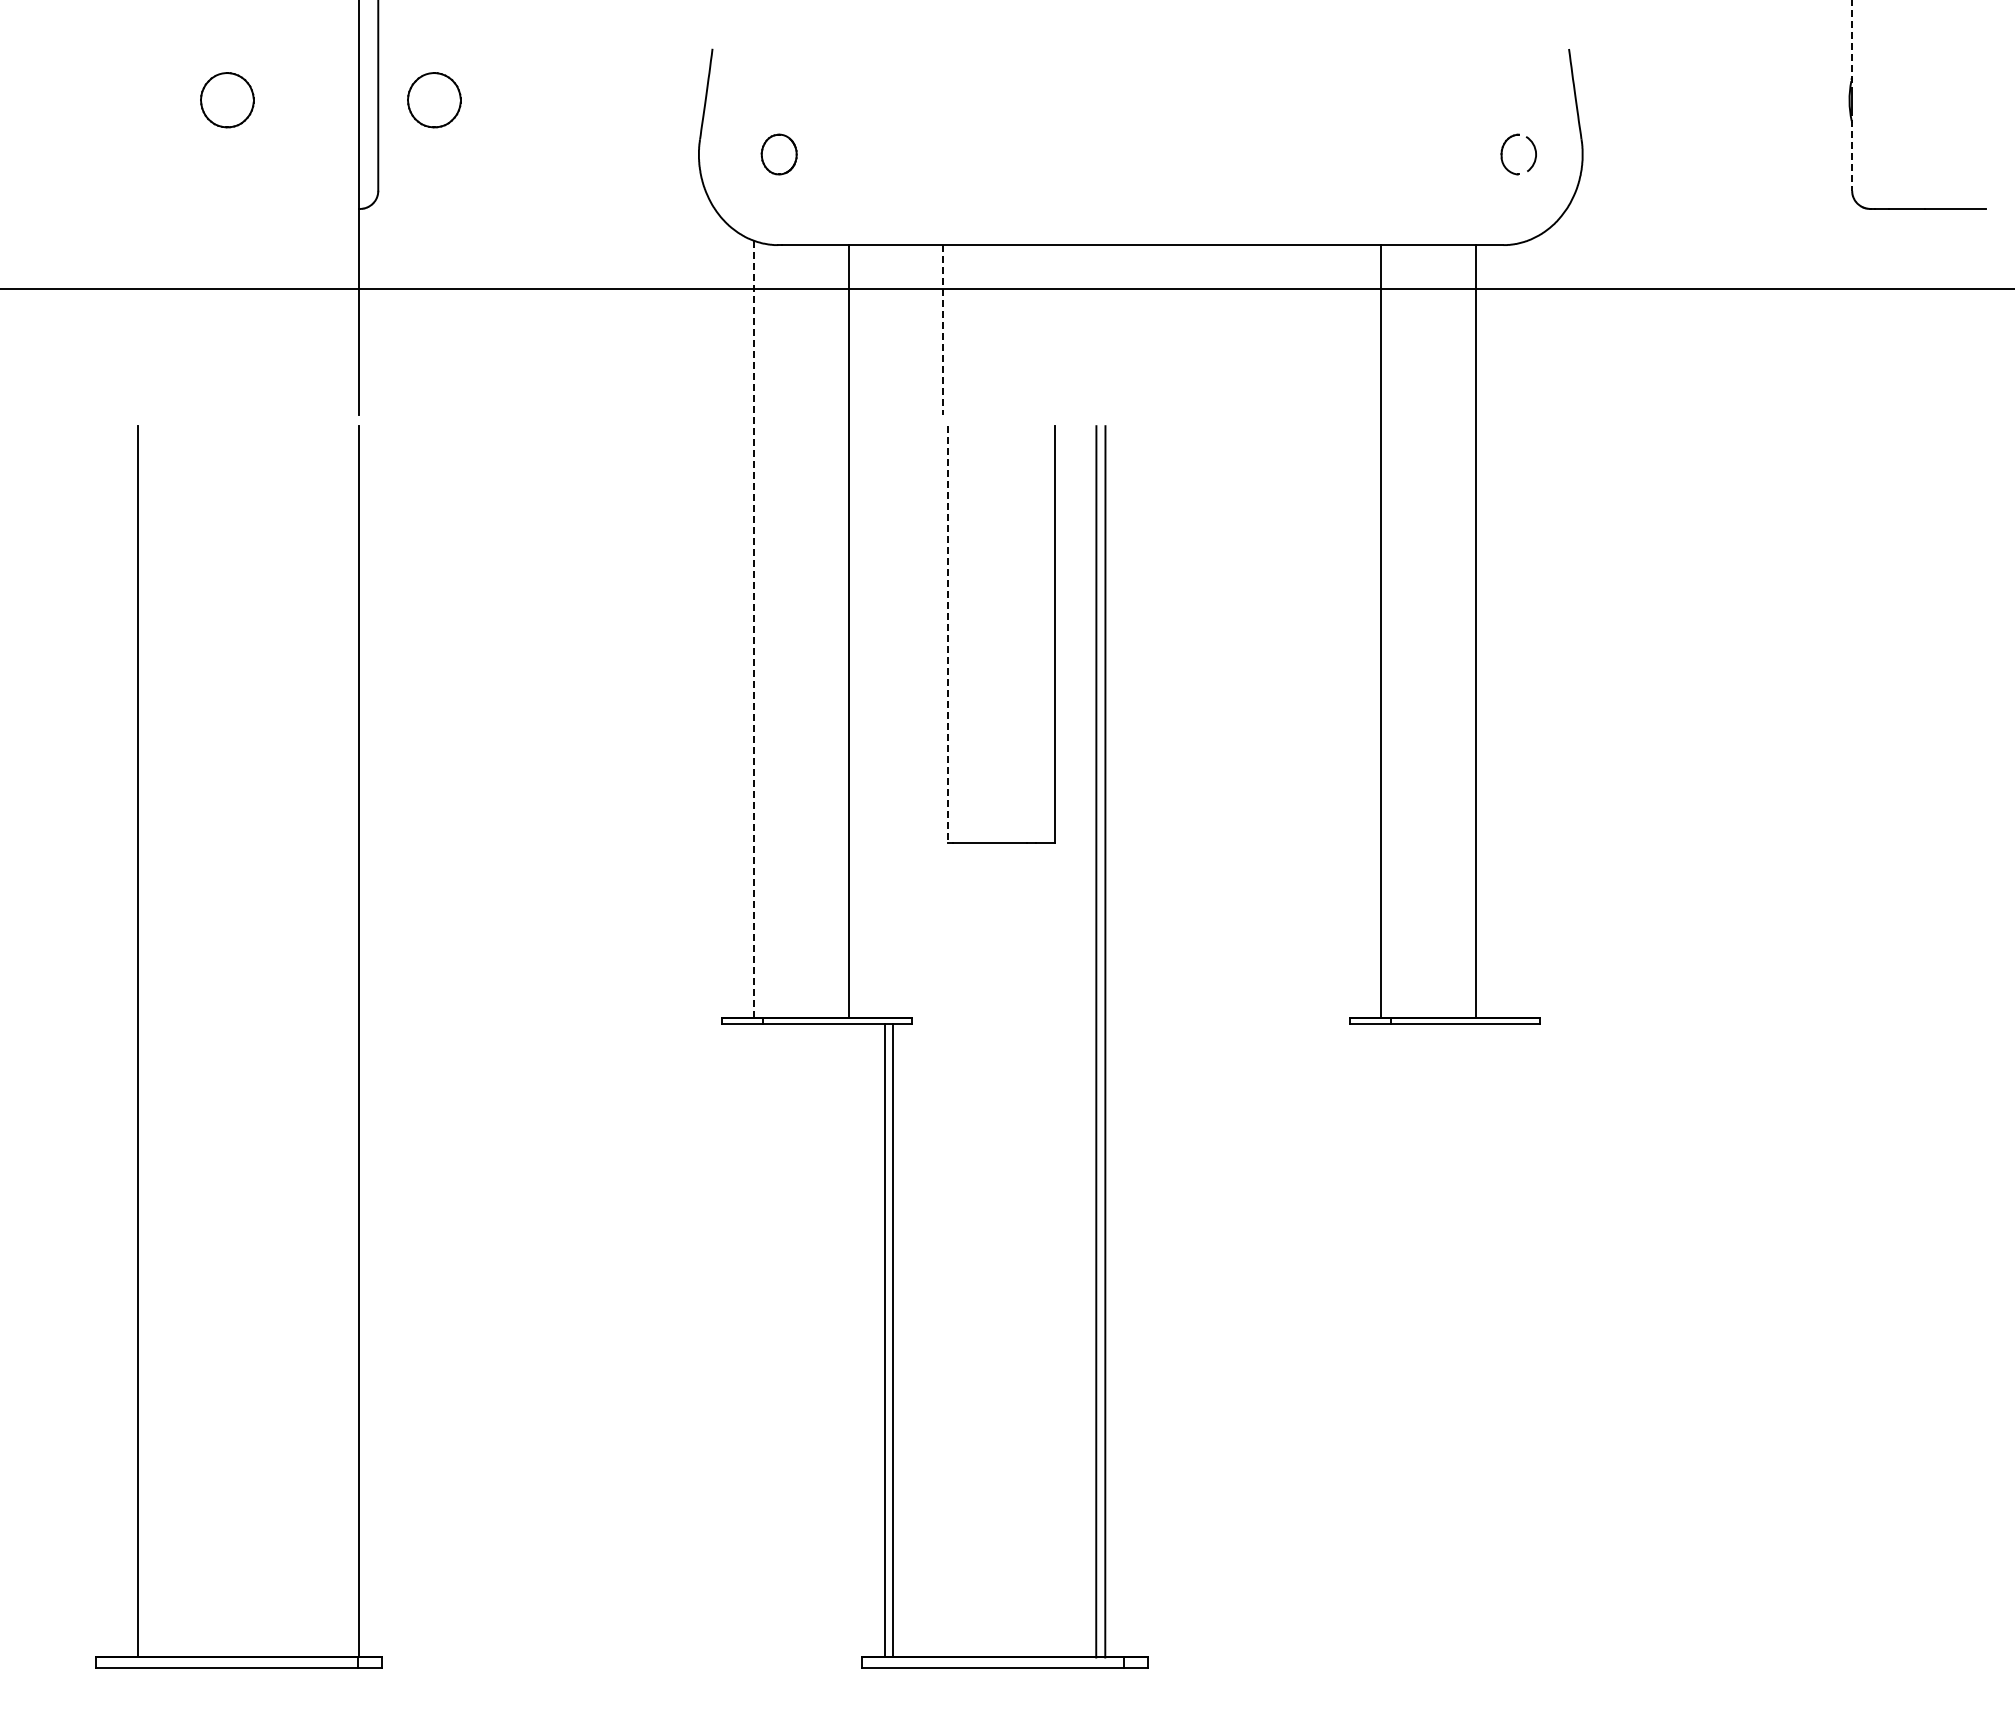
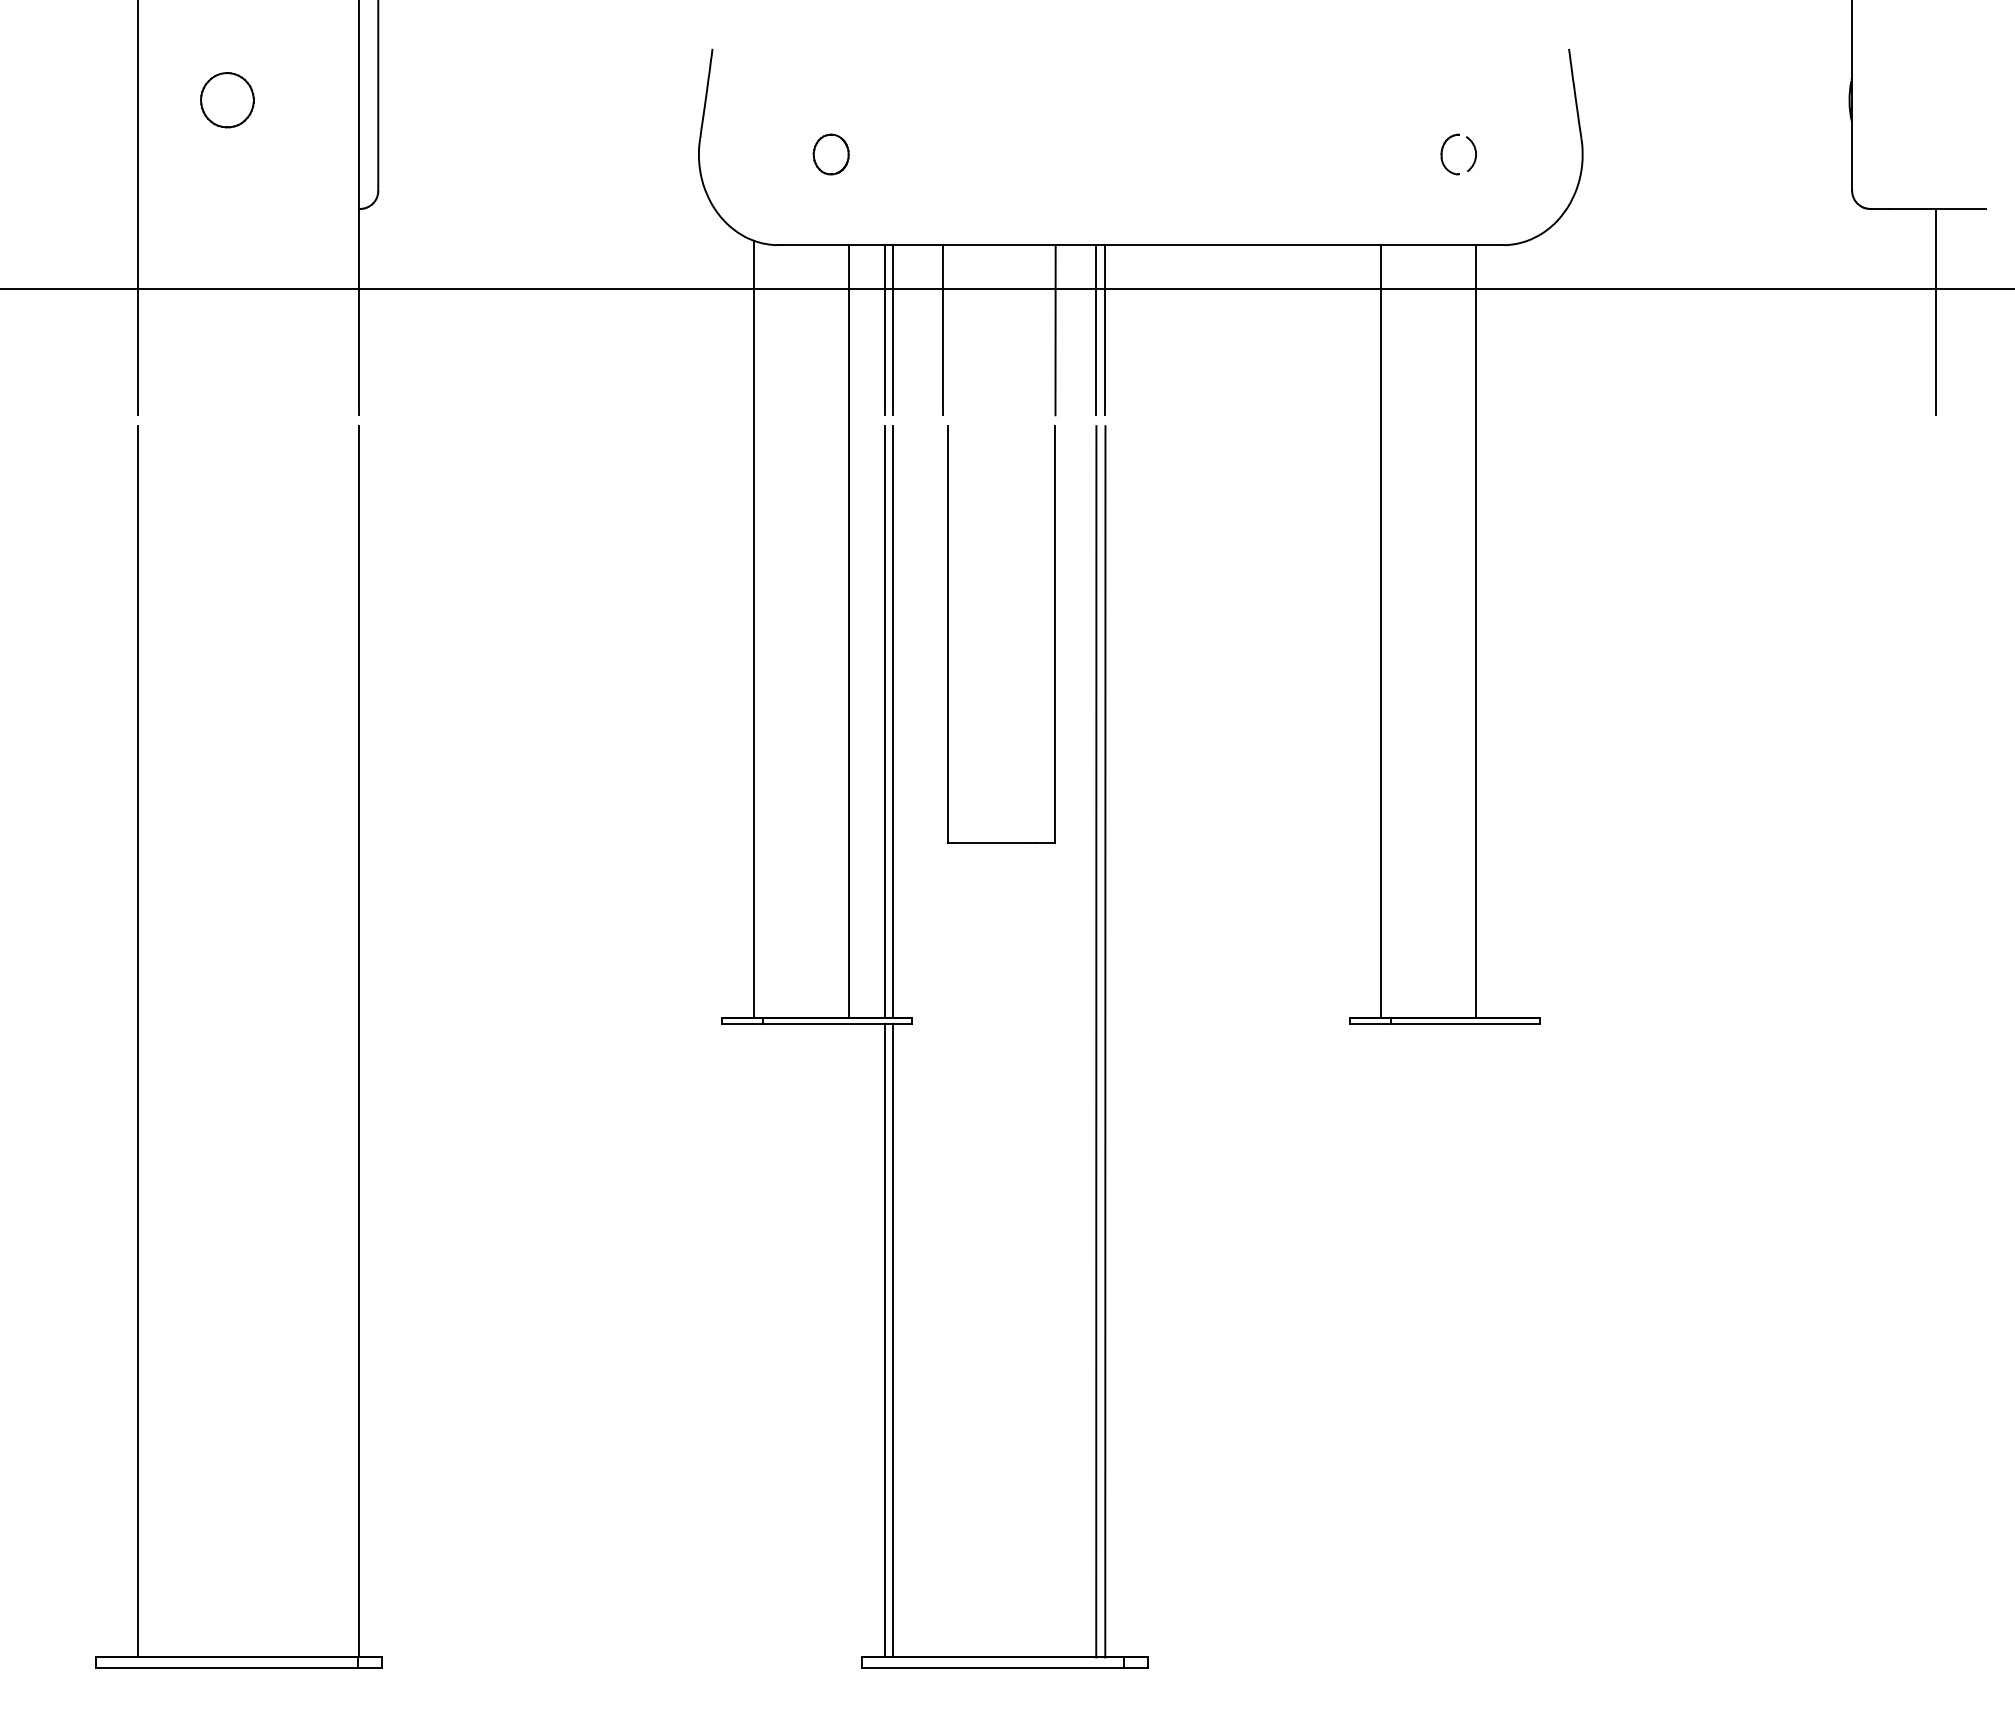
line at (1852, 46): dashed -> solid
part at (434, 100): present -> none
part at (1503, 149) position: (1503, 149) -> (1443, 149)
line at (1852, 149): dashed -> solid
part at (778, 154) position: (778, 154) -> (830, 154)
line at (138, 208): none -> present
line at (1935, 311): none -> present
line at (884, 330): none -> present
line at (892, 330): none -> present
line at (942, 330): dashed -> solid
line at (1055, 330): none -> present
line at (1096, 330): none -> present
line at (1105, 330): none -> present
line at (754, 629): dashed -> solid
line at (947, 634): dashed -> solid
line at (884, 722): none -> present
line at (892, 722): none -> present
